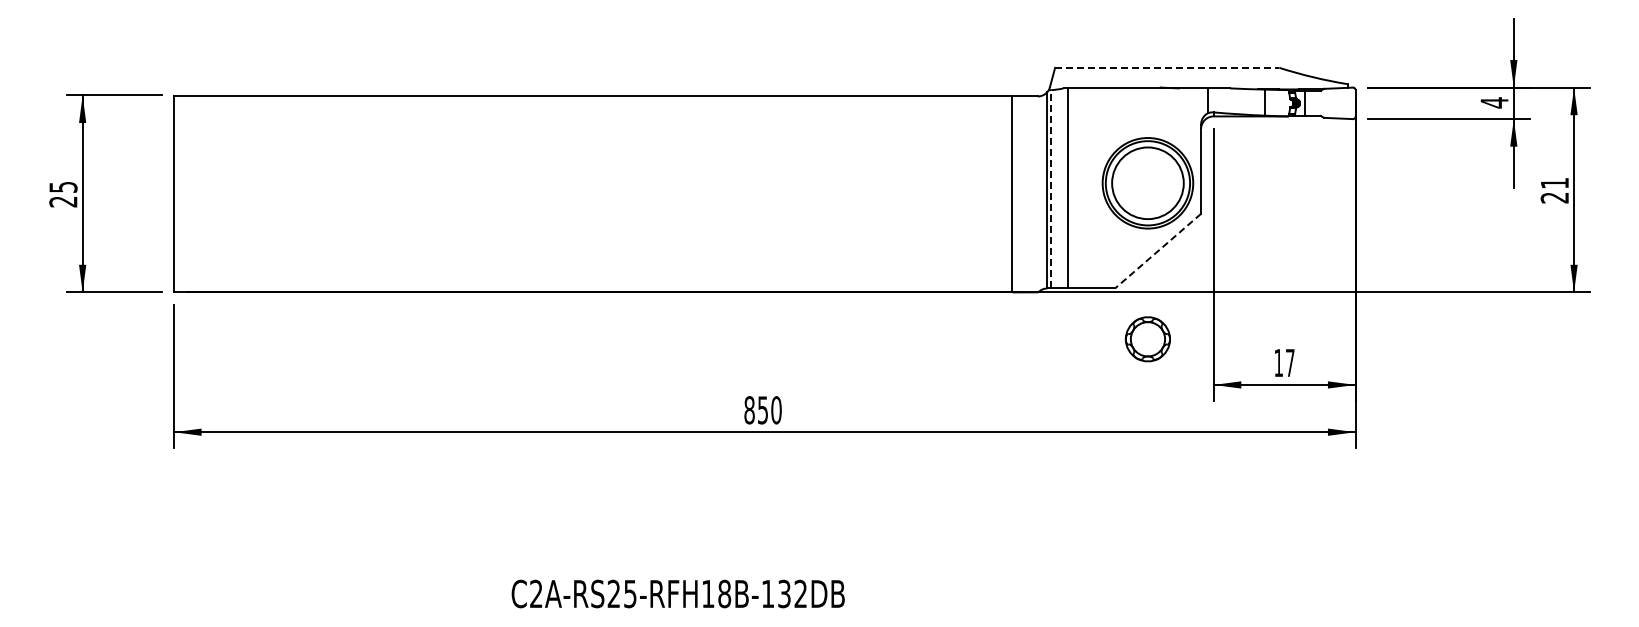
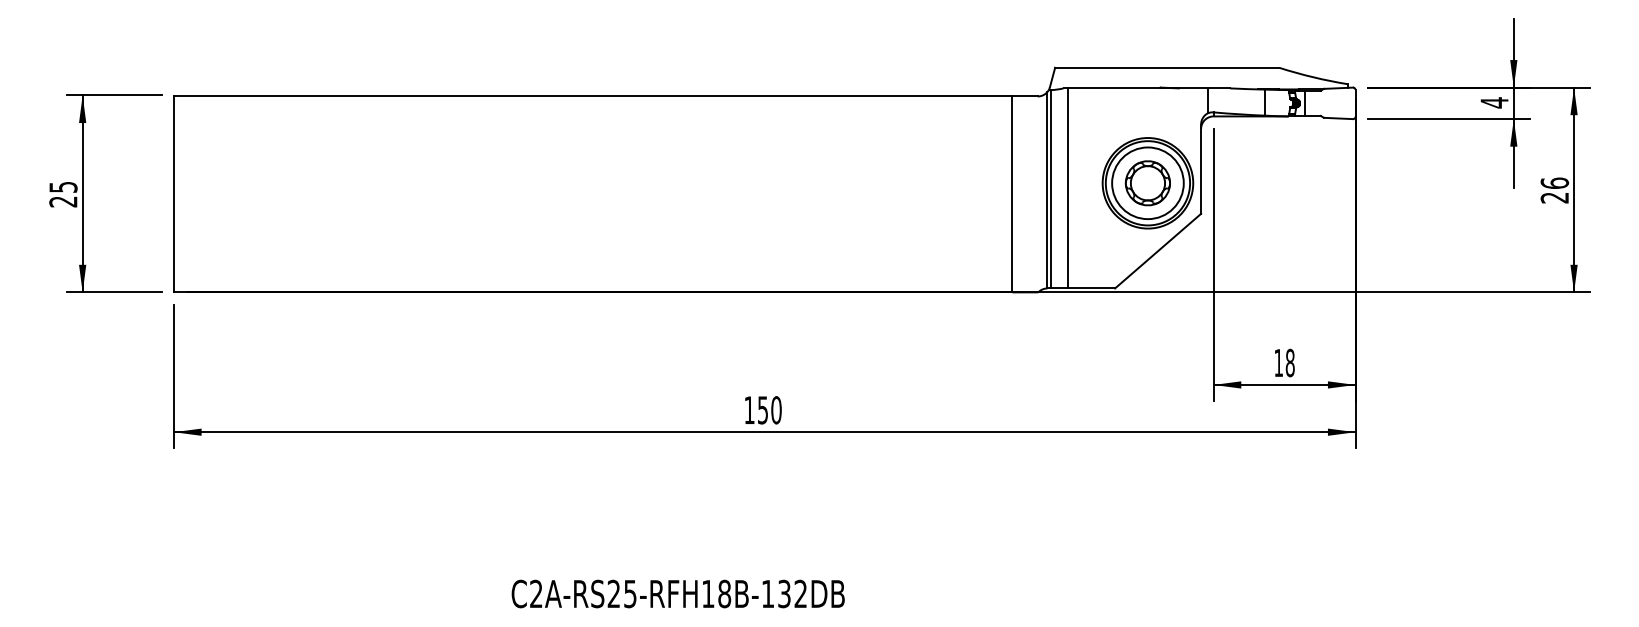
line at (1167, 67): dashed -> solid
text at (1554, 182): 21 -> 26
line at (1051, 188): dashed -> solid
line at (1158, 251): dashed -> solid
part at (1147, 339) position: (1147, 339) -> (1147, 183)
text at (1289, 362): 17 -> 18
text at (749, 410): 850 -> 150
